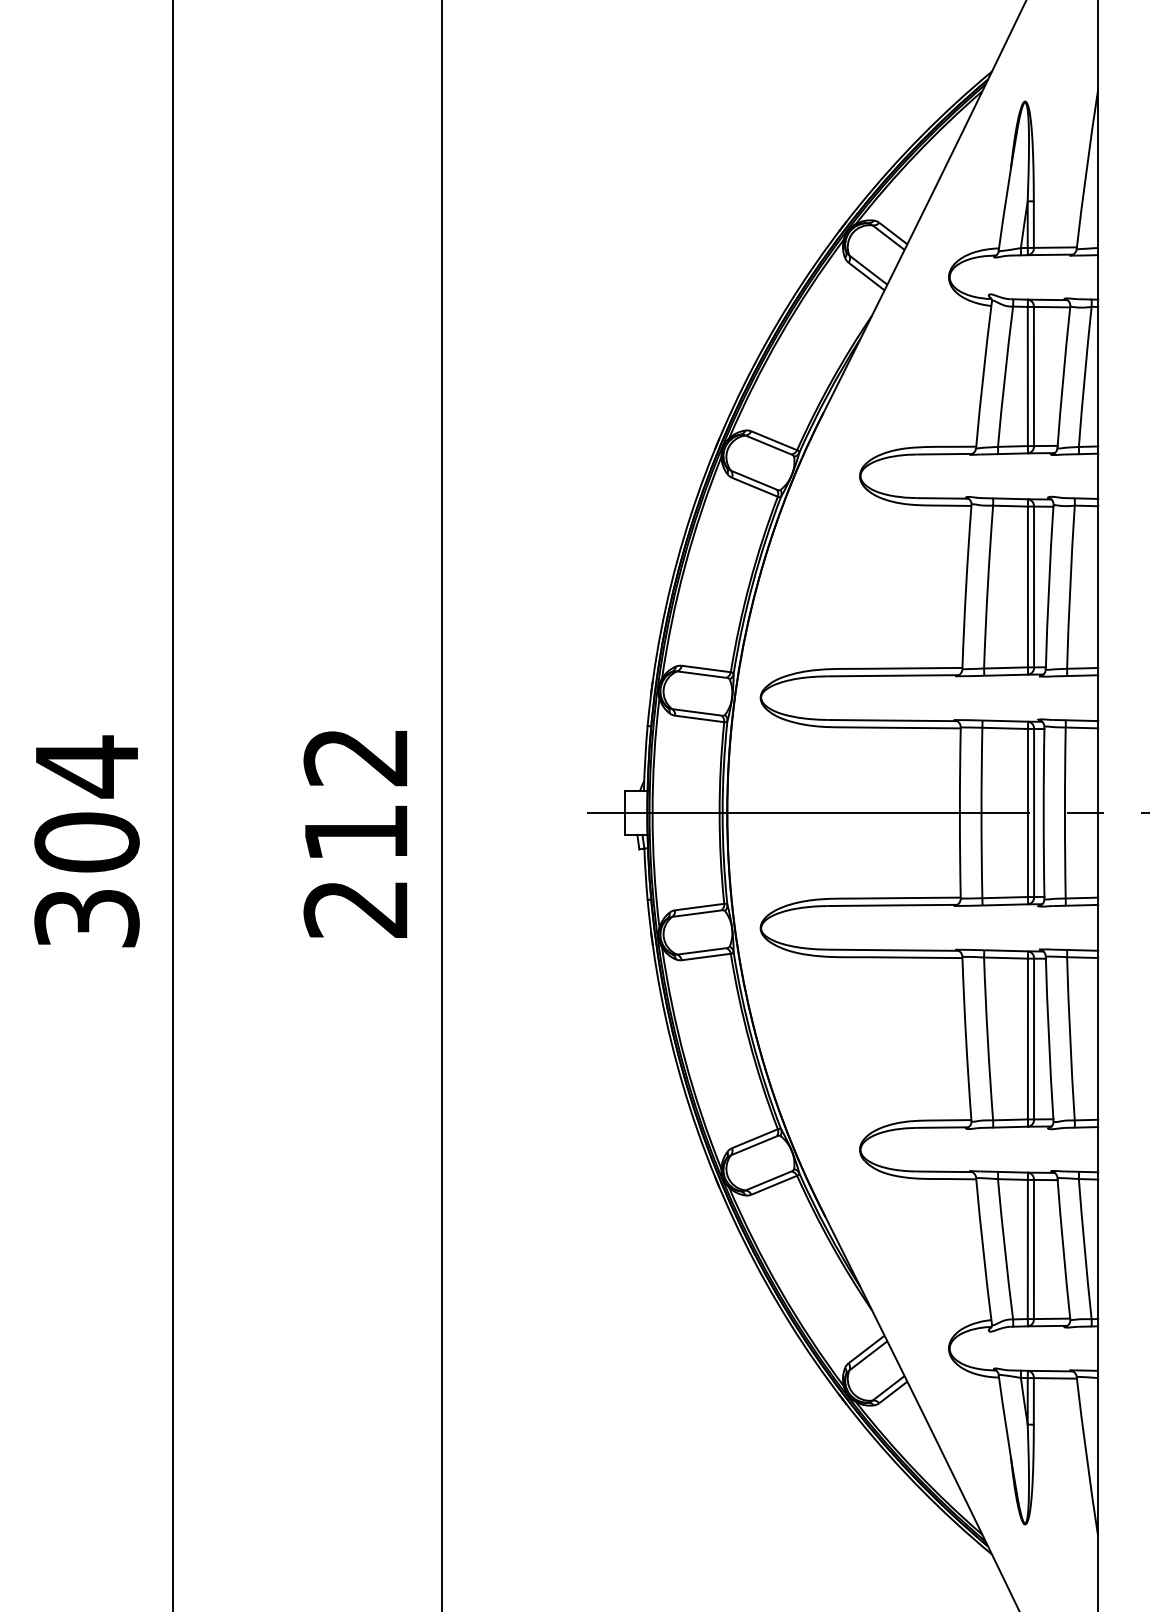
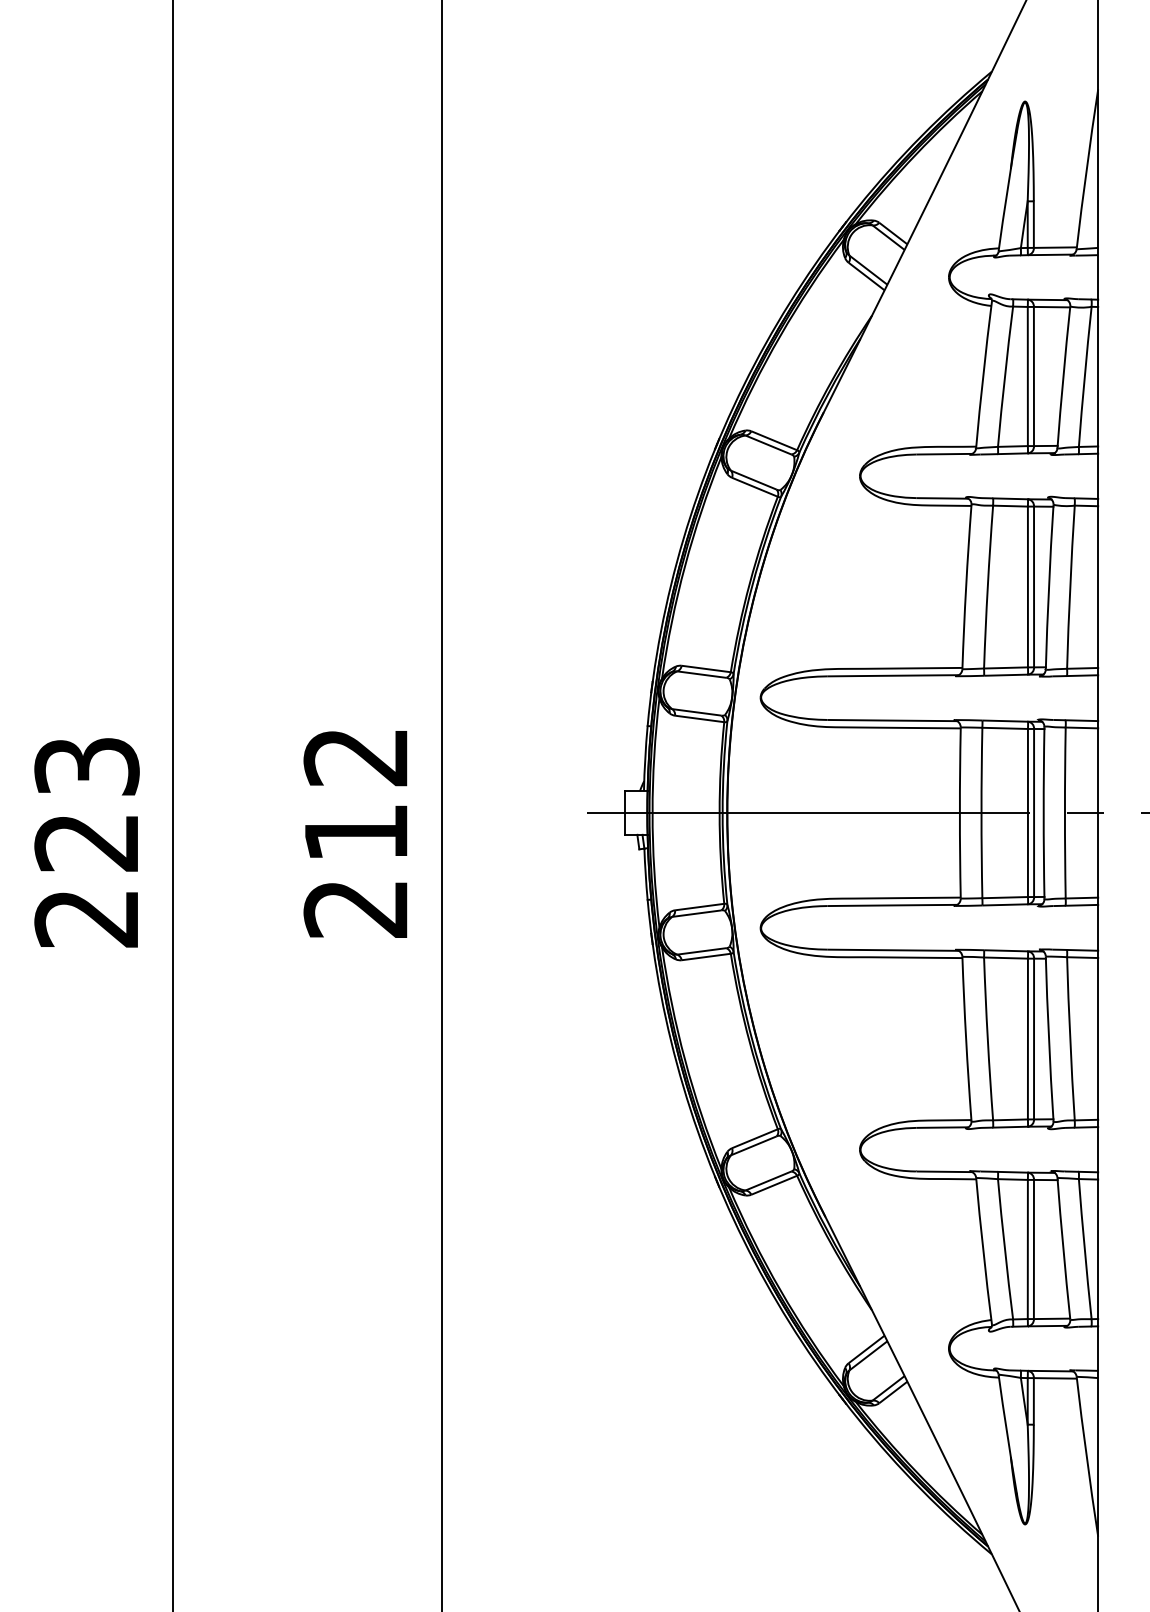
text at (86, 841): 304 -> 223
